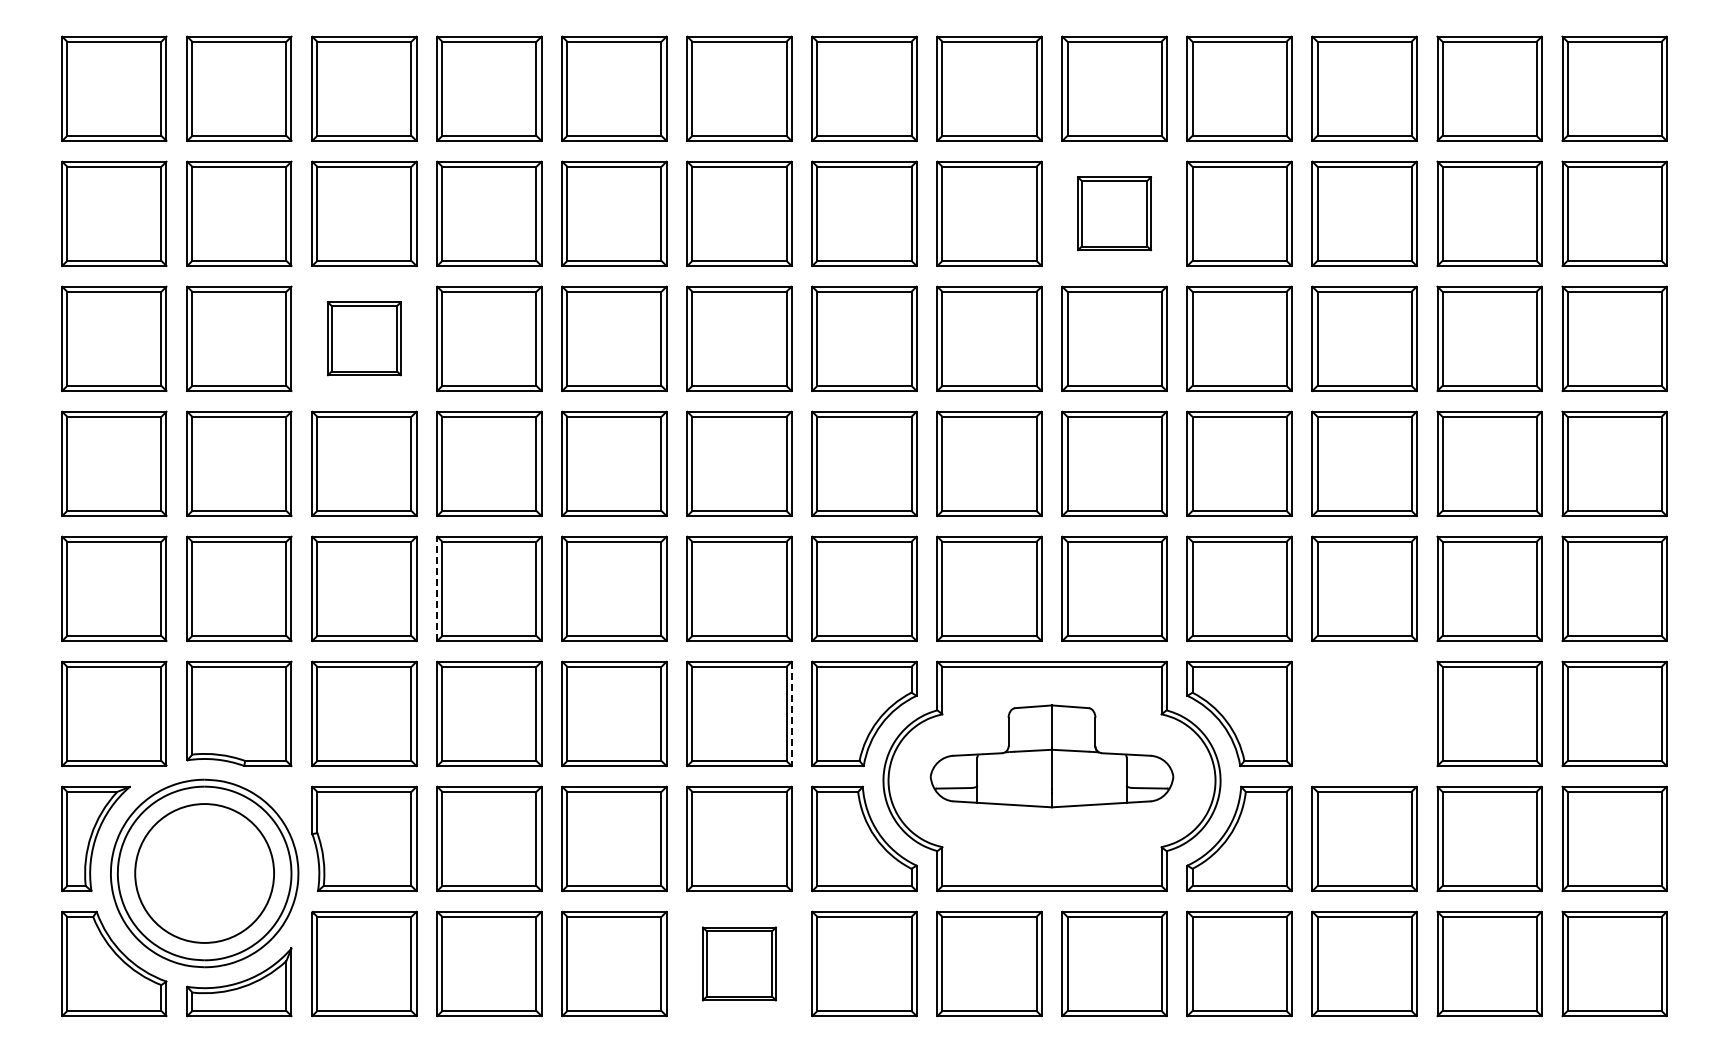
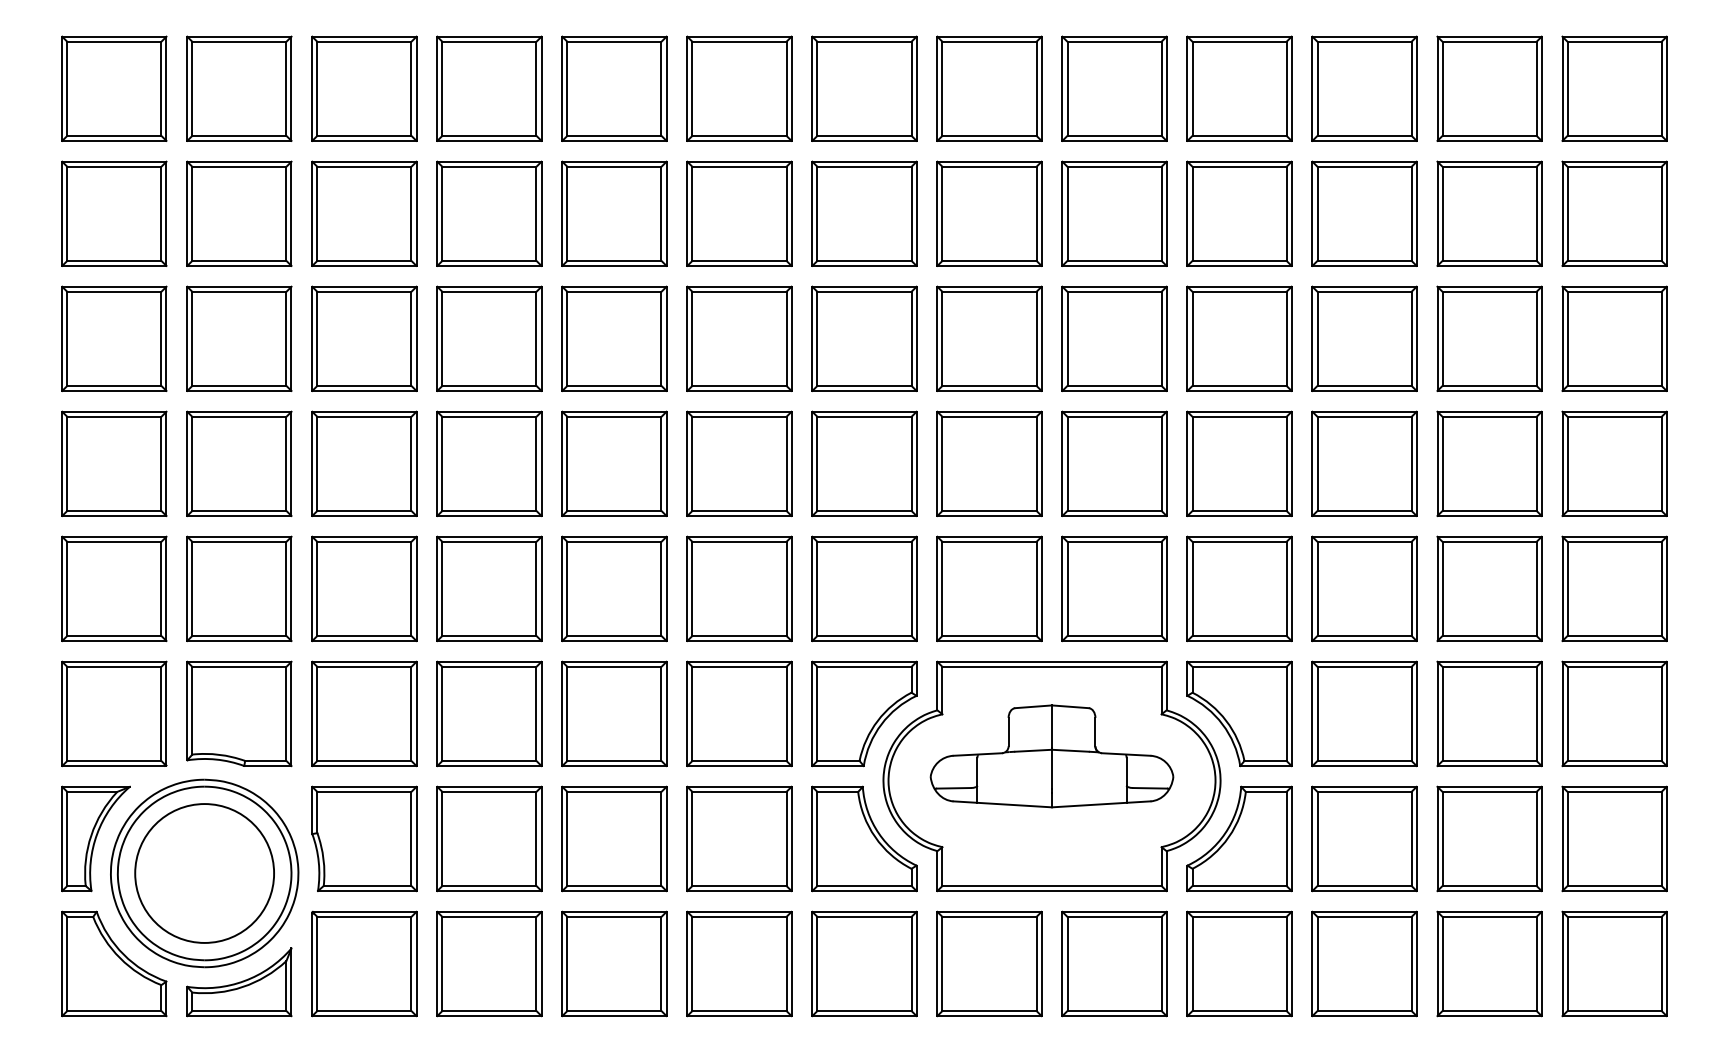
part at (1114, 213) size: 76x76 px -> 107x107 px
part at (363, 338) size: 76x76 px -> 107x107 px
line at (437, 588): dashed -> solid
part at (1364, 713): none -> present
line at (791, 714): dashed -> solid
part at (739, 963) size: 75x76 px -> 107x108 px
